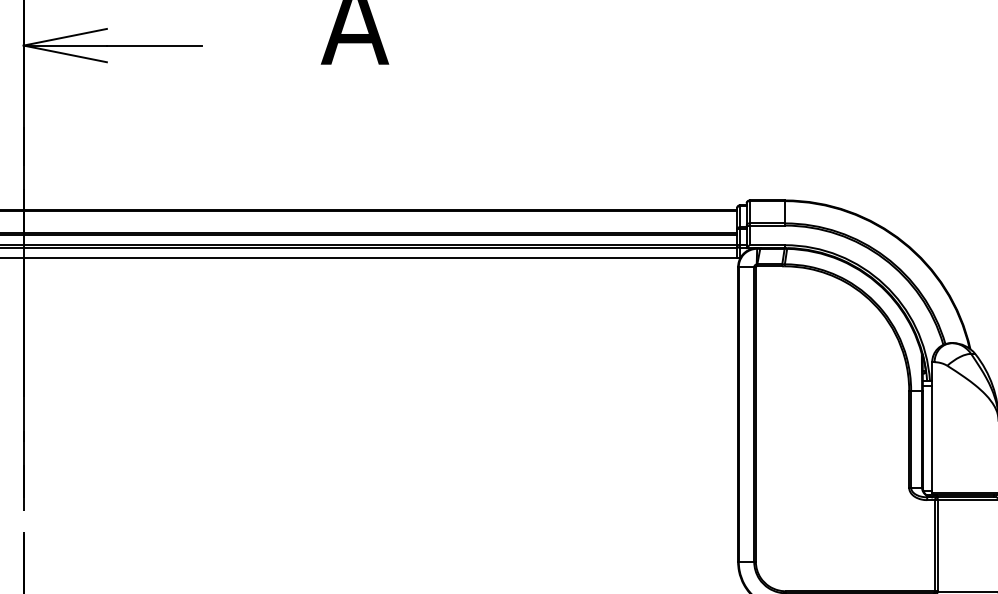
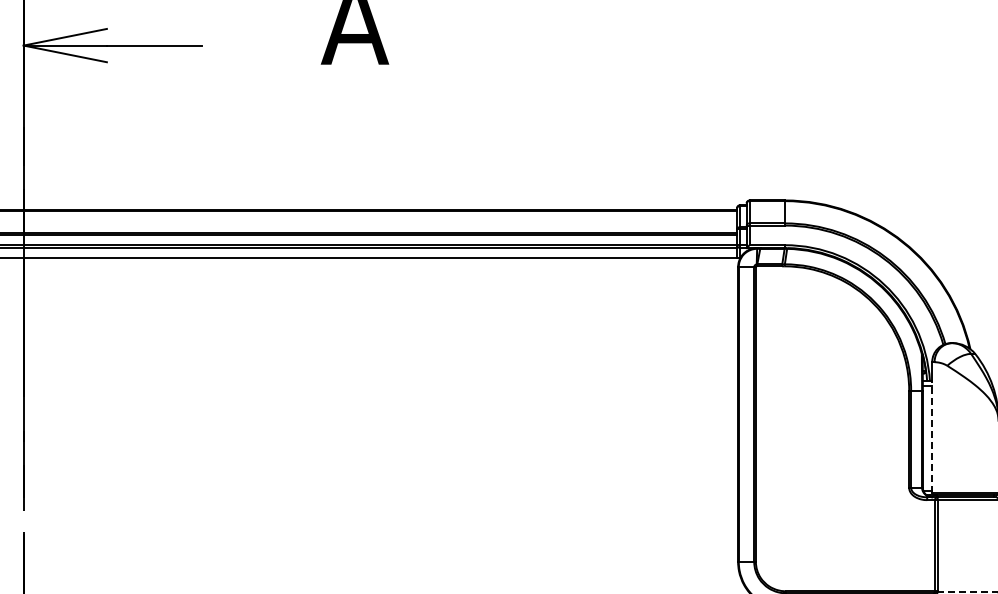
line at (932, 436): solid -> dashed
line at (967, 592): solid -> dashed
